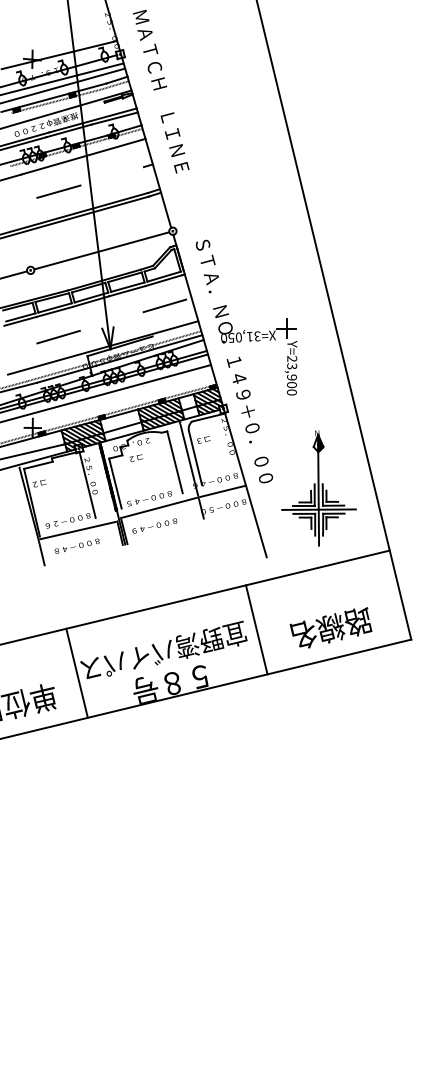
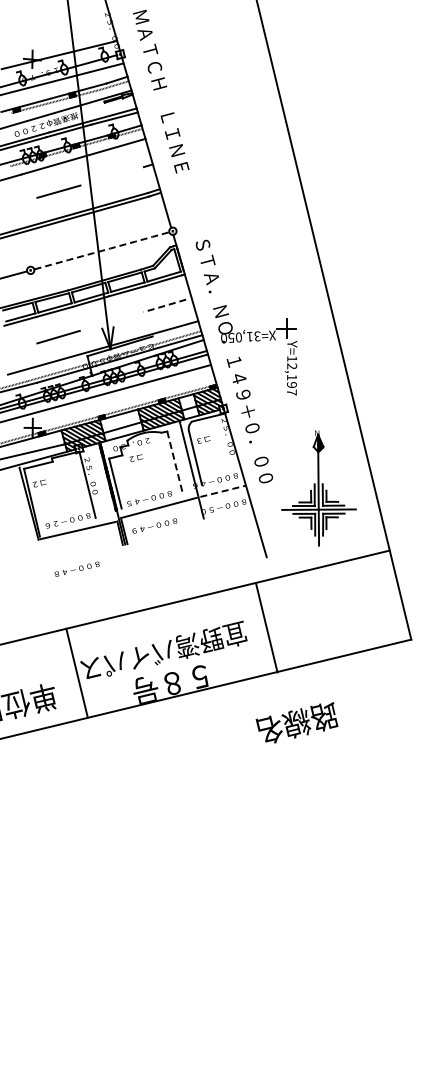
line at (63, 85): present -> none
arc at (101, 250): solid -> dashed
line at (164, 306): solid -> dashed
text at (291, 375): Y=23,900 -> Y=12,197
line at (175, 462): solid -> dashed
line at (223, 491): solid -> dashed
text at (76, 545) position: (76, 545) -> (76, 568)
line at (41, 553): present -> none
text at (330, 627) position: (330, 627) -> (296, 722)
line at (256, 629) position: (256, 629) -> (266, 627)
